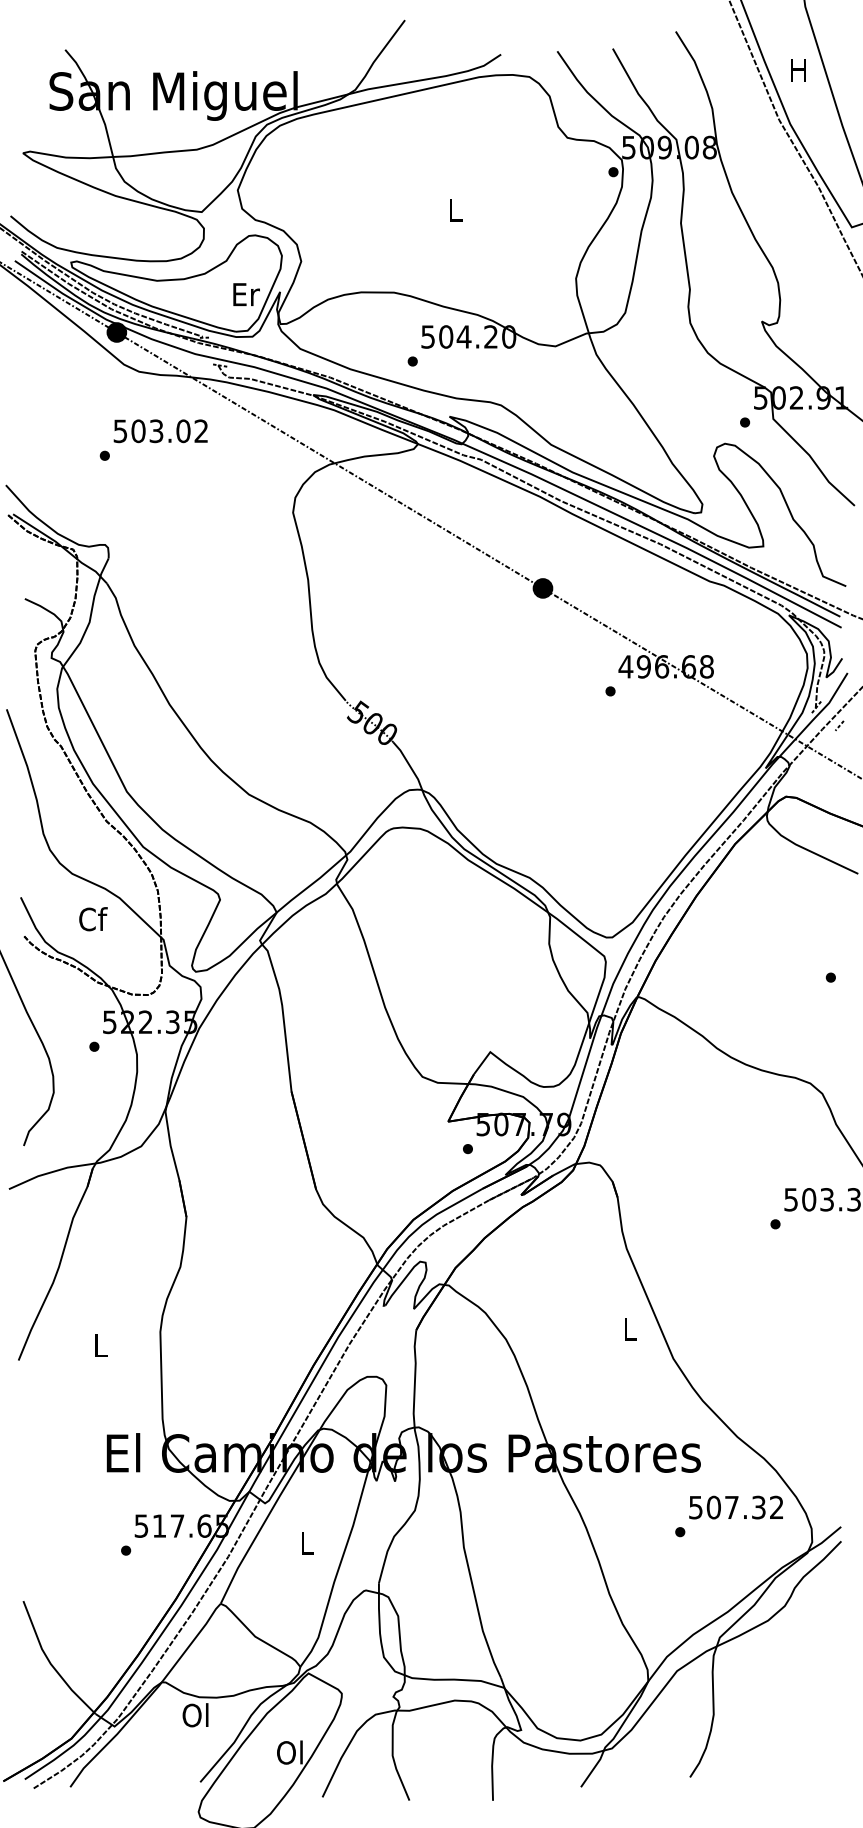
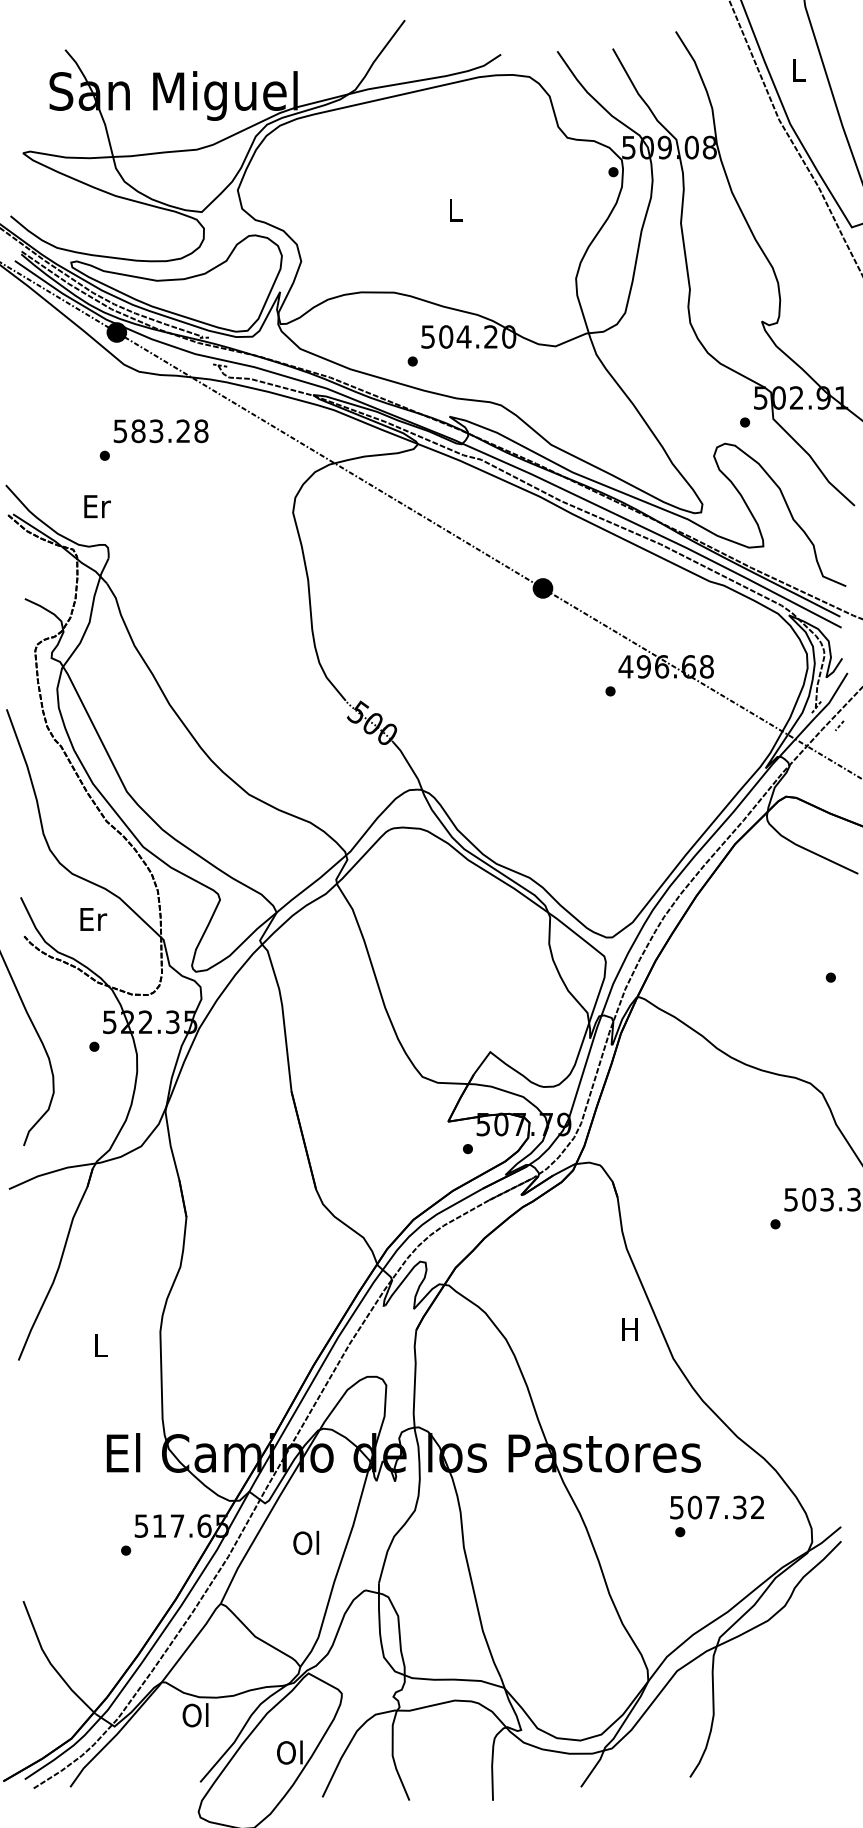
text at (798, 70): H -> L
text at (246, 294) position: (246, 294) -> (97, 506)
text at (169, 431): 503.02 -> 583.28
text at (93, 919): Cf -> Er
text at (629, 1329): L -> H
text at (735, 1507) position: (735, 1507) -> (716, 1507)
text at (306, 1542): L -> Ol
